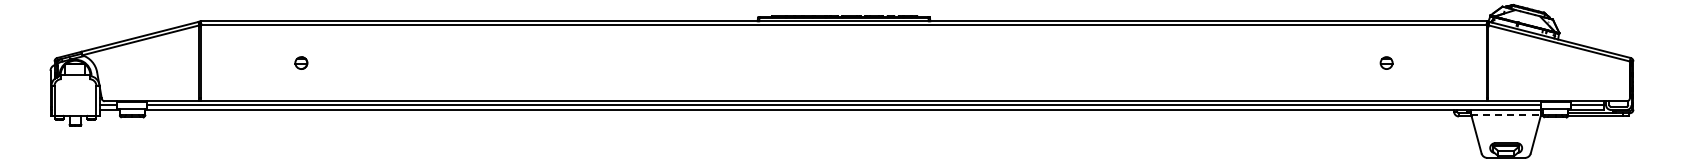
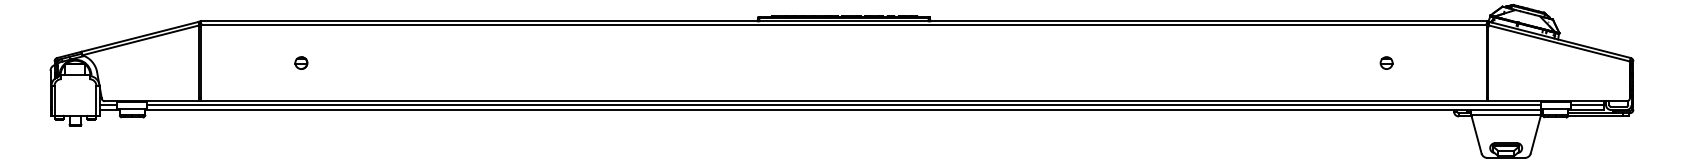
line at (1506, 114): dashed -> solid
